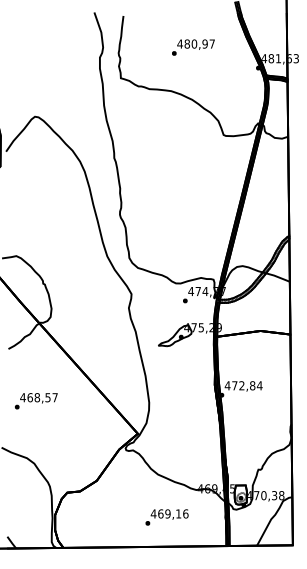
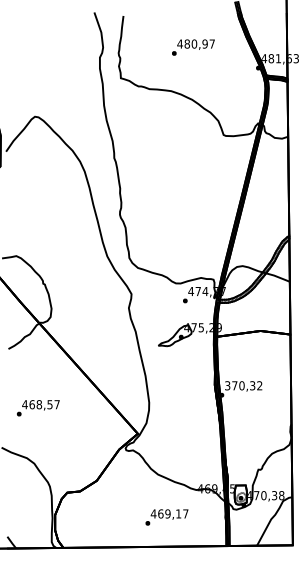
text at (243, 385): 472,84 -> 370,32
text at (36, 401) position: (36, 401) -> (38, 408)
text at (185, 513): 469,16 -> 469,17
